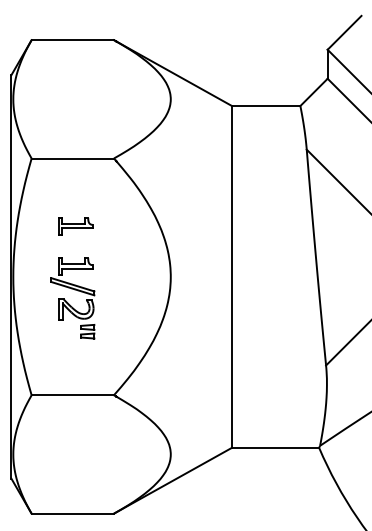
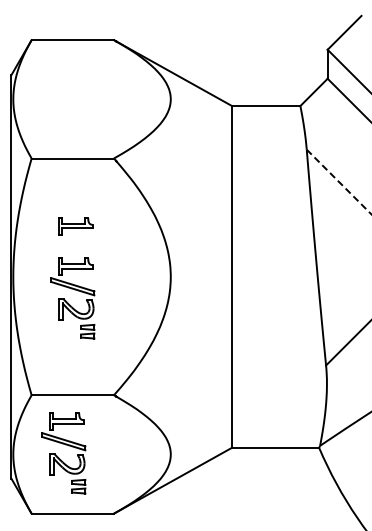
line at (339, 182): solid -> dashed
part at (63, 453): none -> present
